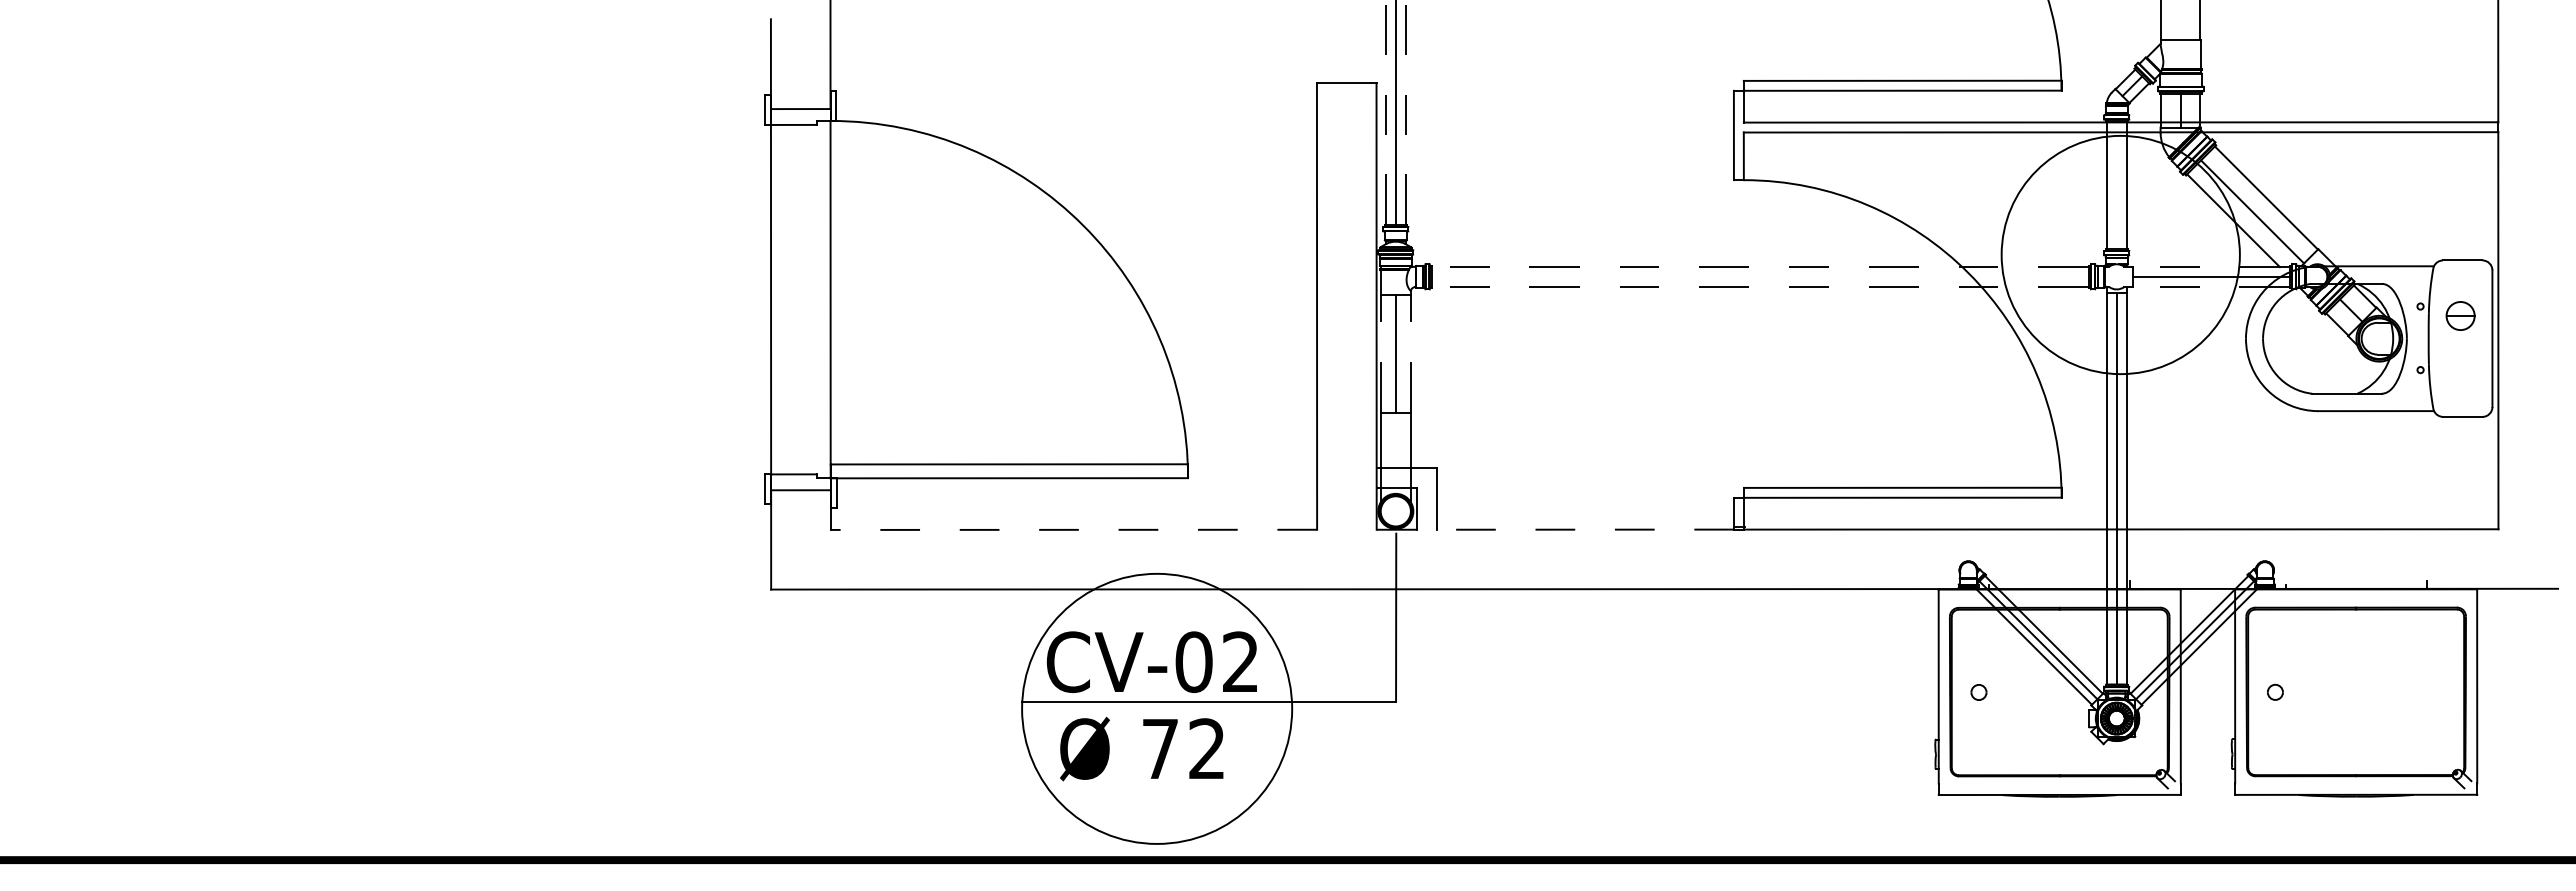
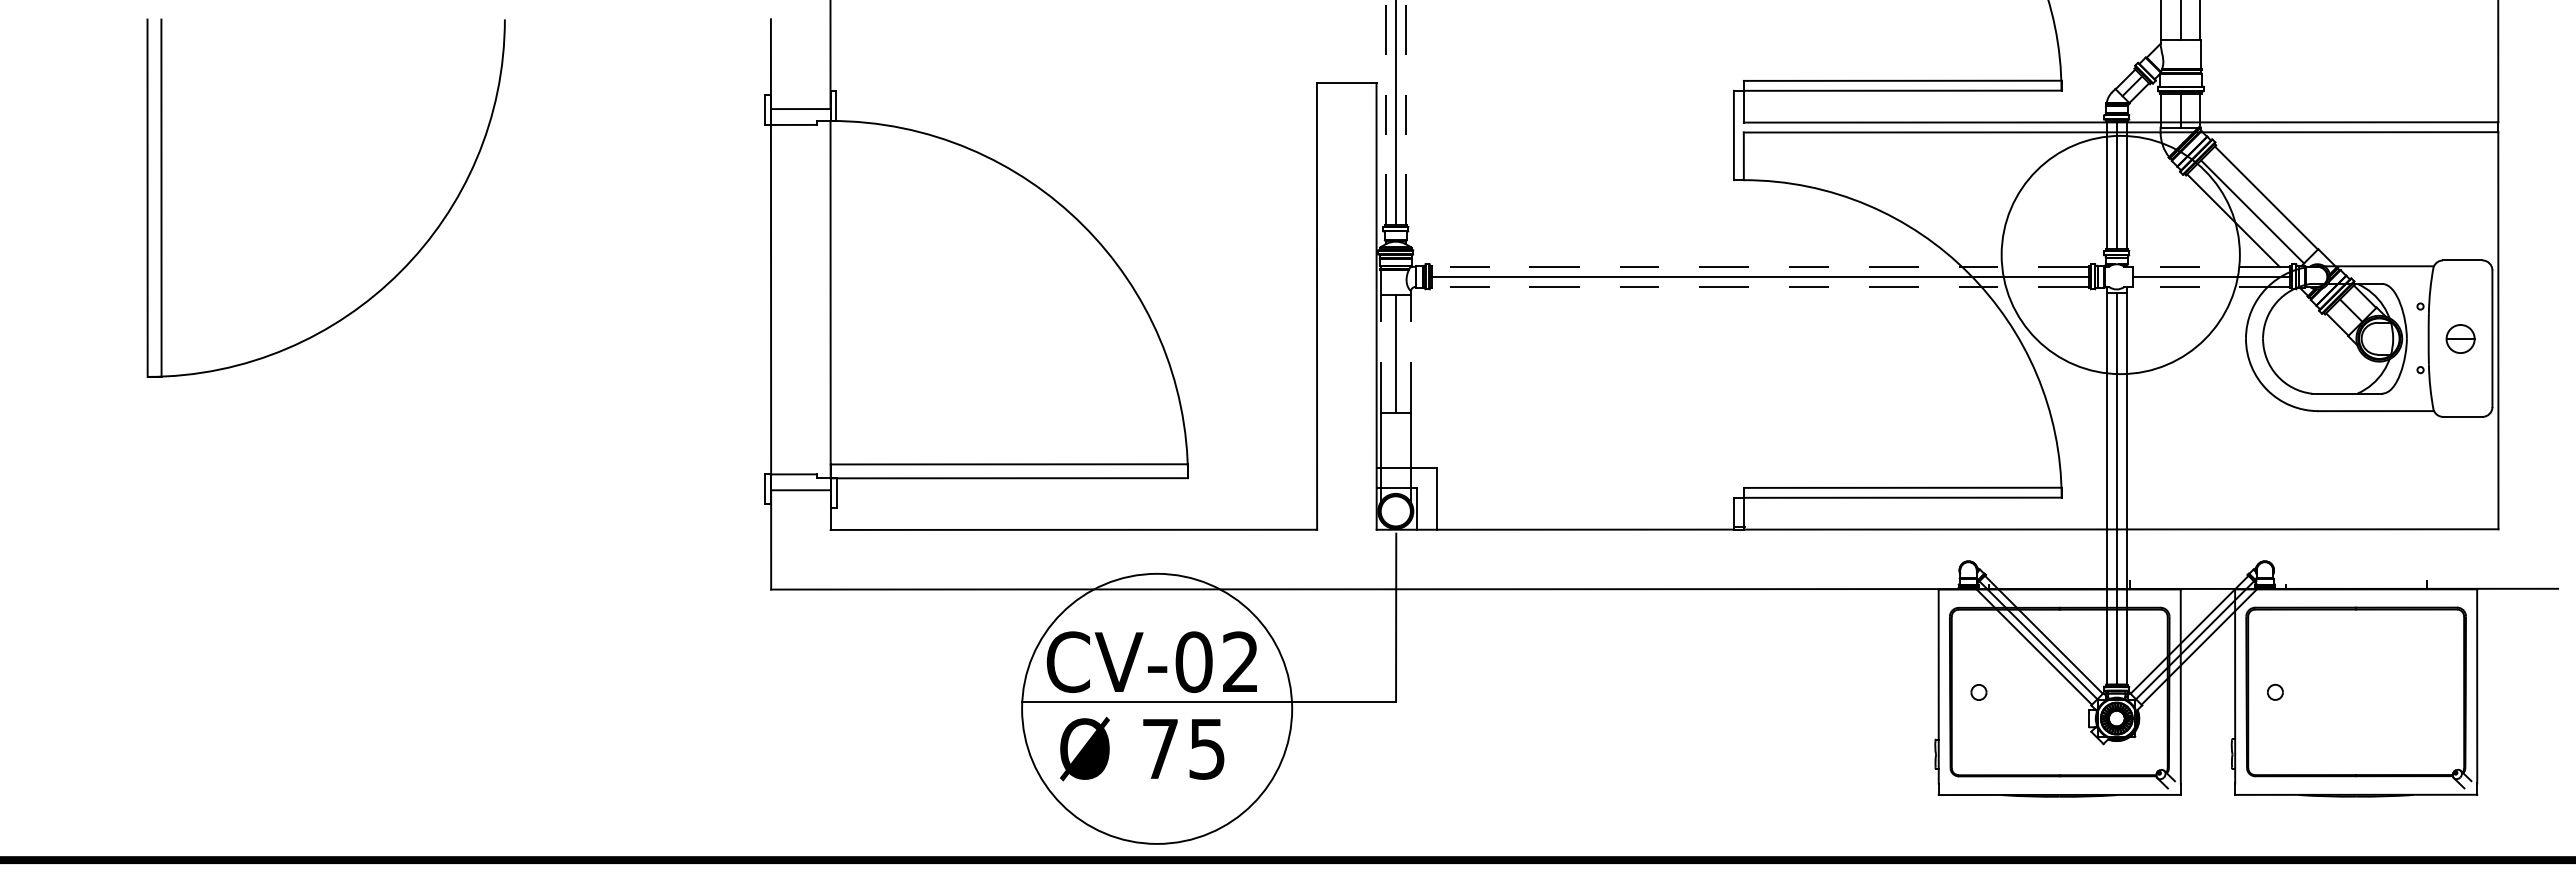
line at (2180, 21): none -> present
line at (2116, 185): none -> present
part at (399, 271): none -> present
line at (1760, 276): none -> present
part at (2460, 315) position: (2460, 315) -> (2460, 338)
line at (1073, 529): dashed -> solid
line at (1555, 529): dashed -> solid
text at (1206, 748): 72 -> 75
